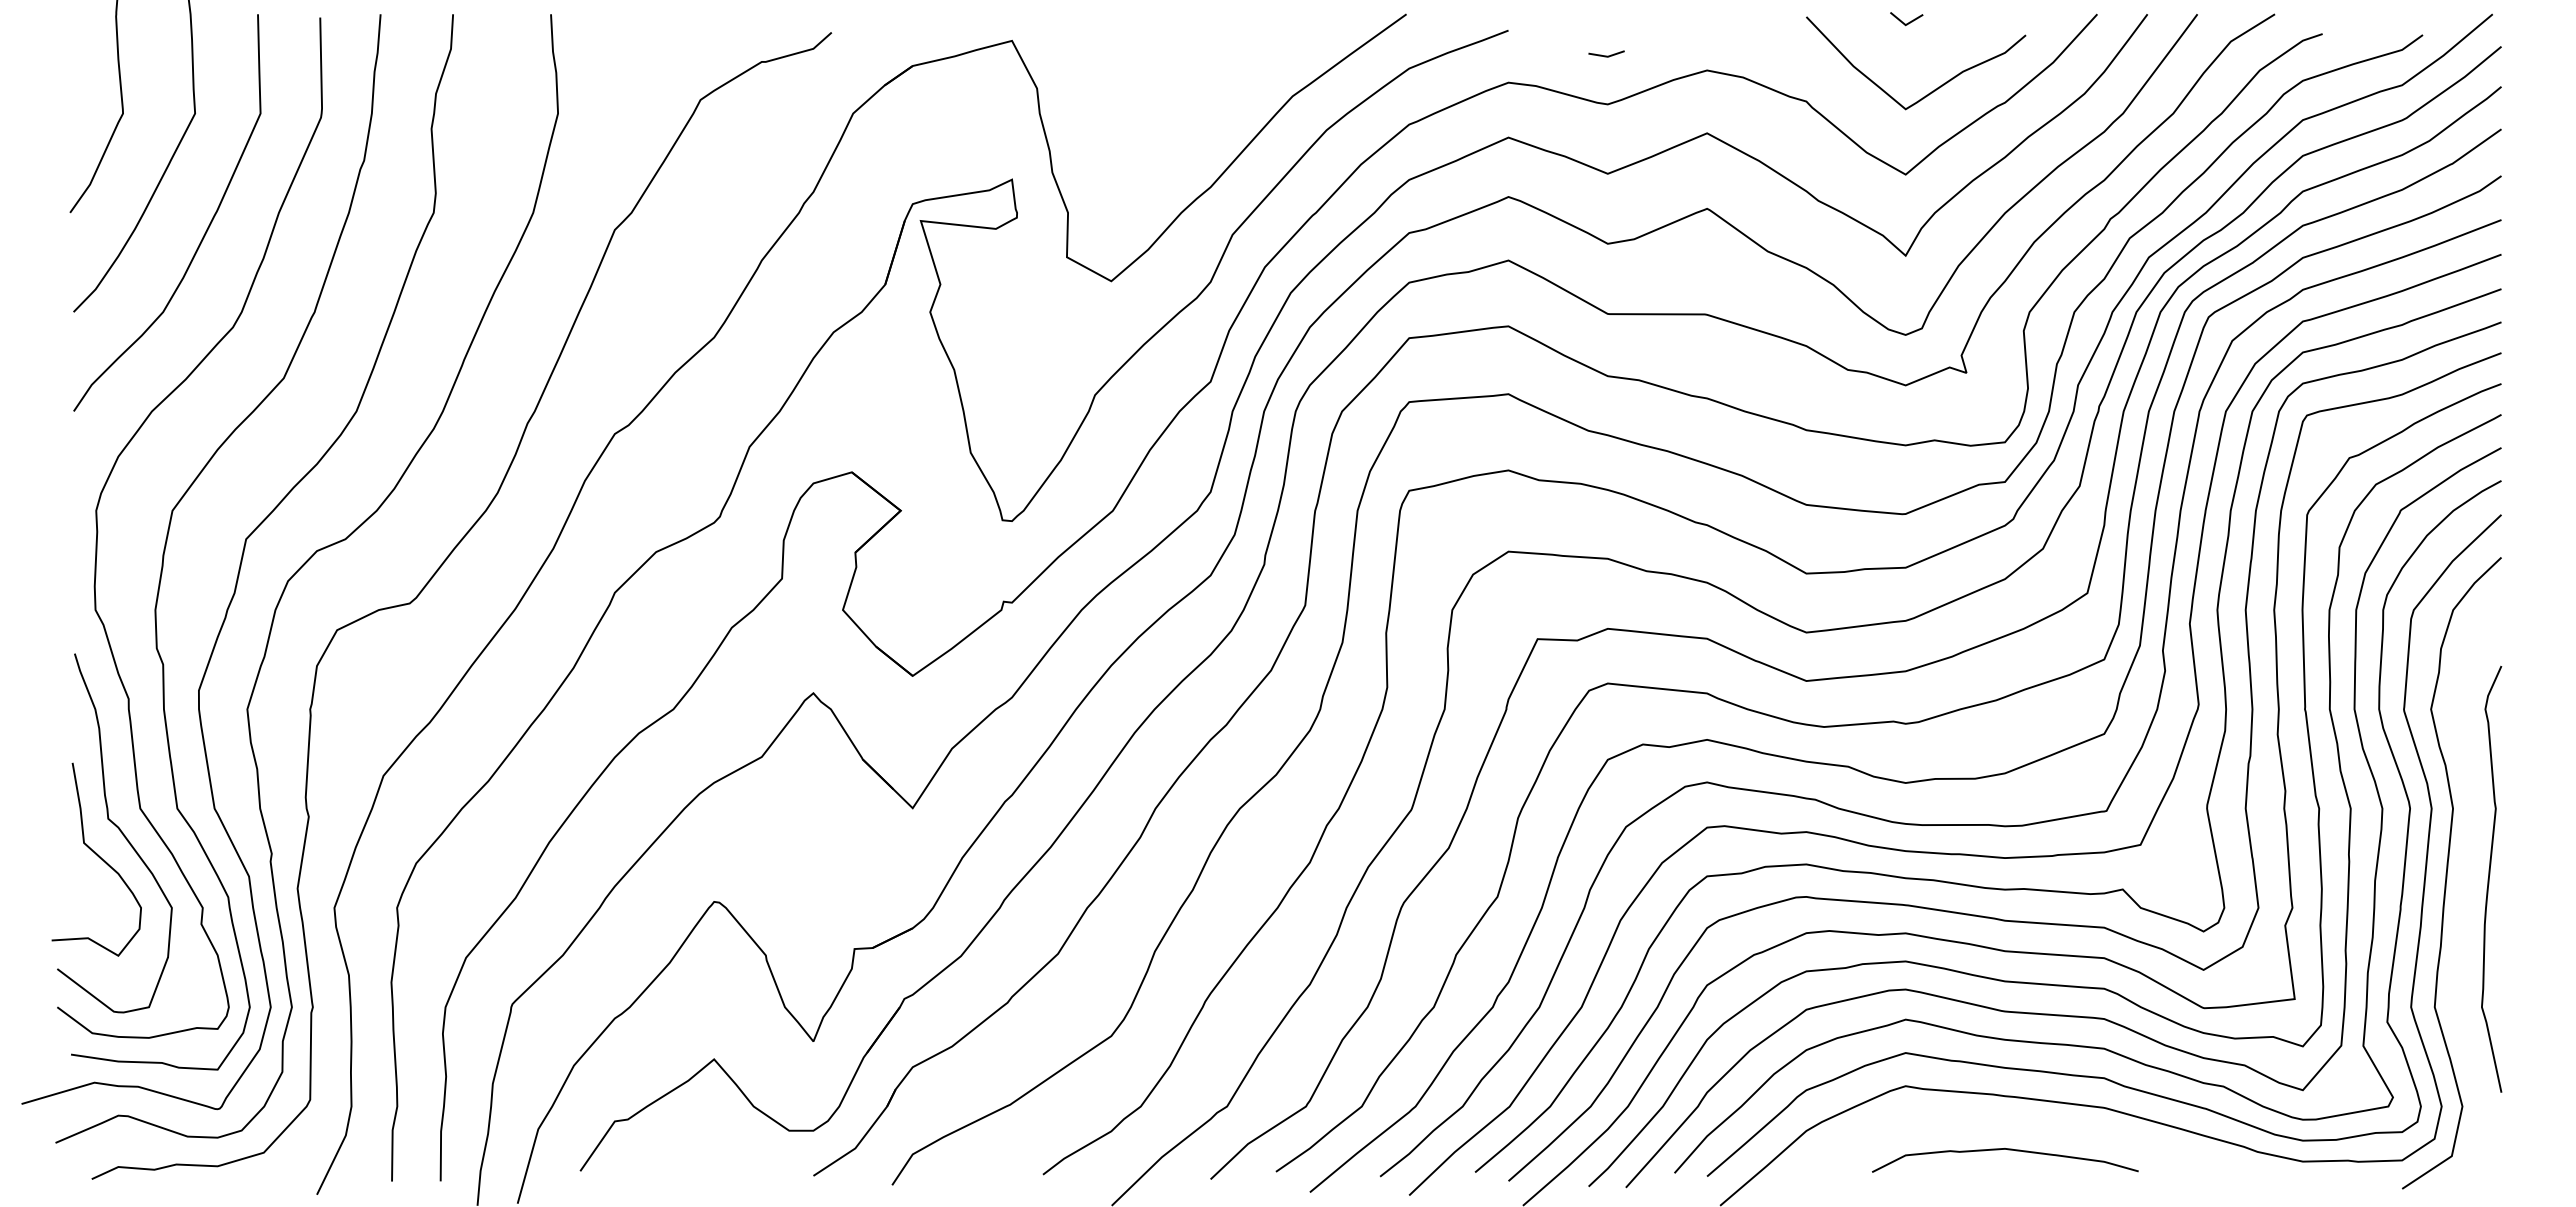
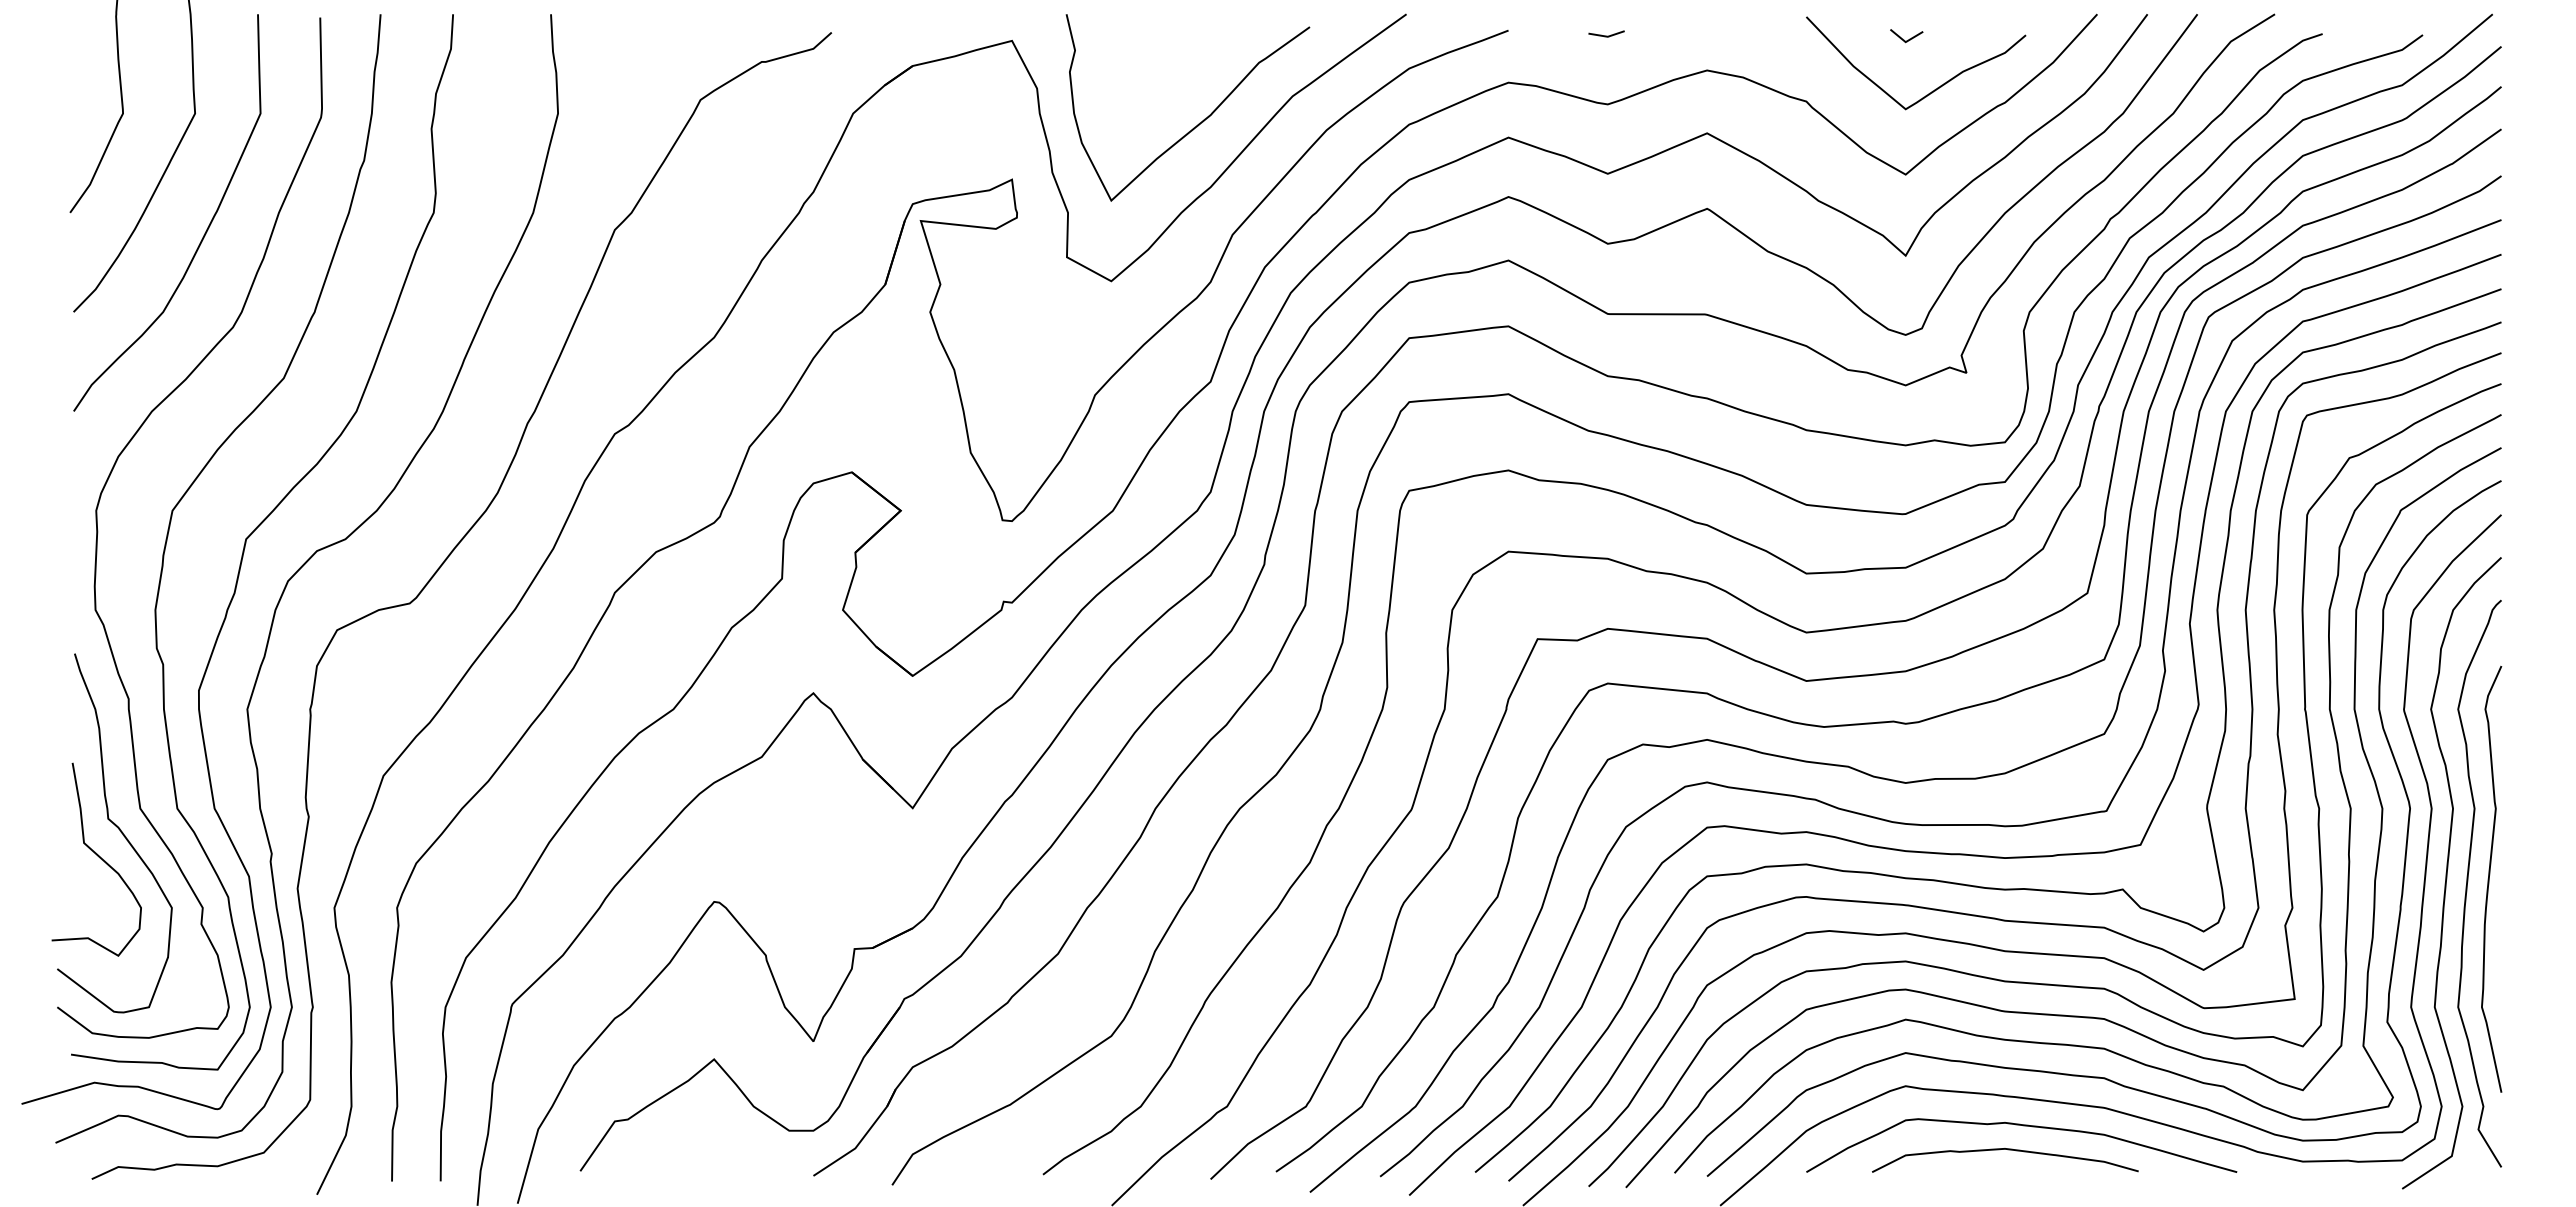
line at (1909, 21) position: (1909, 21) -> (1909, 38)
line at (1606, 55) position: (1606, 55) -> (1606, 35)
curve at (1199, 122): none -> present
curve at (2468, 881): none -> present
curve at (2023, 1126): none -> present
